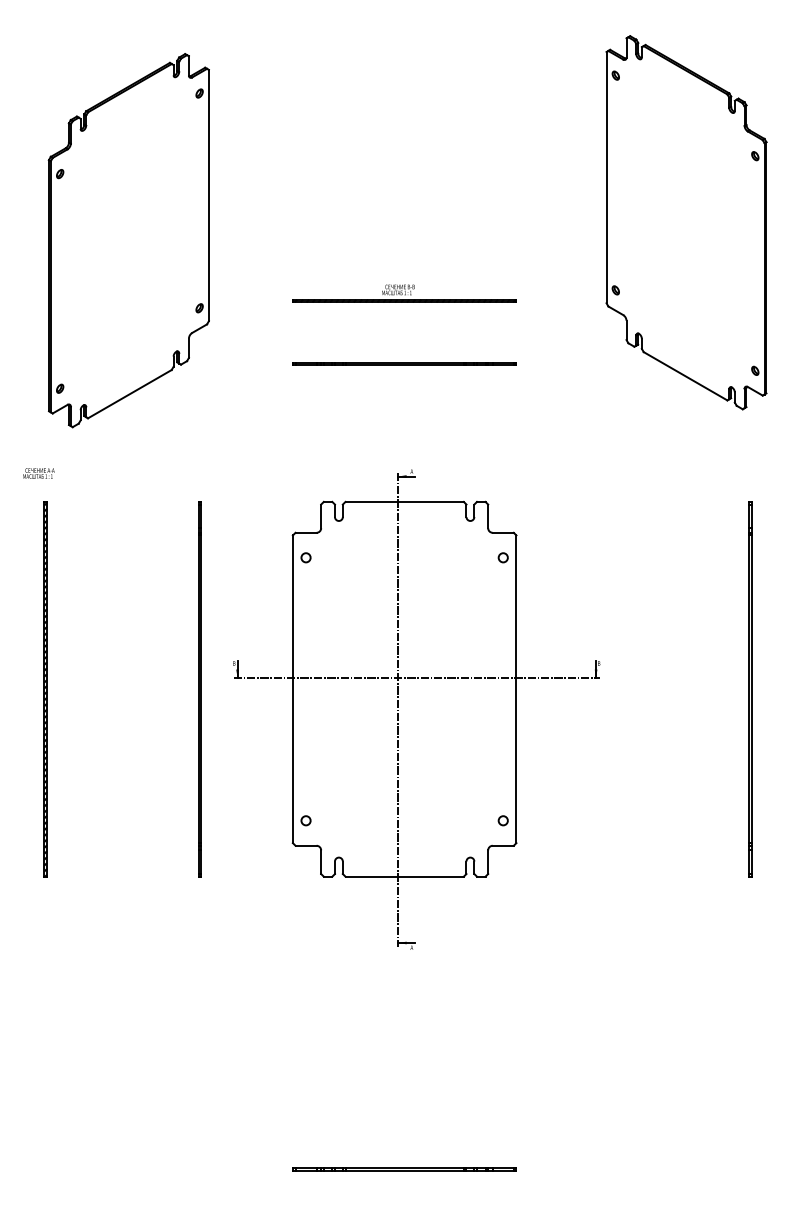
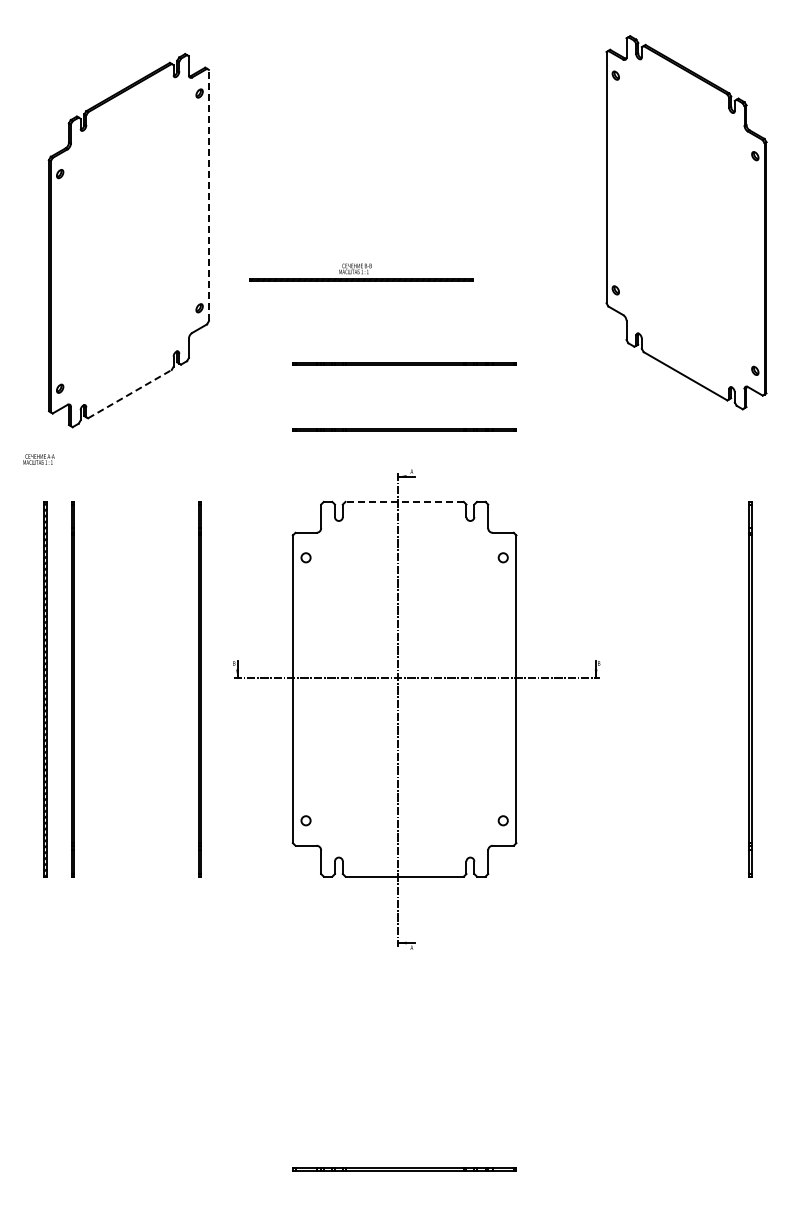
line at (208, 195): solid -> dashed
part at (404, 293) position: (404, 293) -> (361, 272)
line at (130, 393): solid -> dashed
line at (404, 429): none -> present
text at (38, 473) position: (38, 473) -> (38, 459)
line at (404, 501): solid -> dashed
line at (72, 689): none -> present
